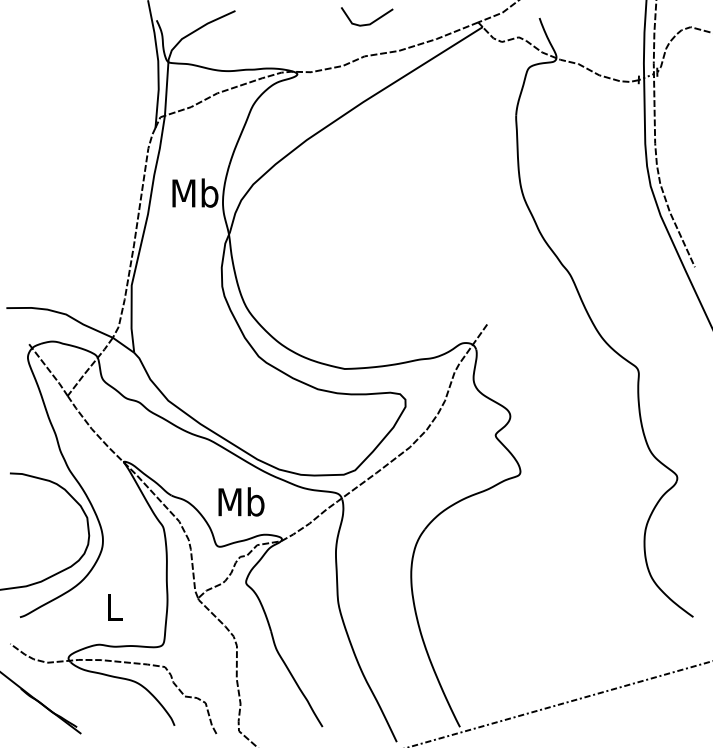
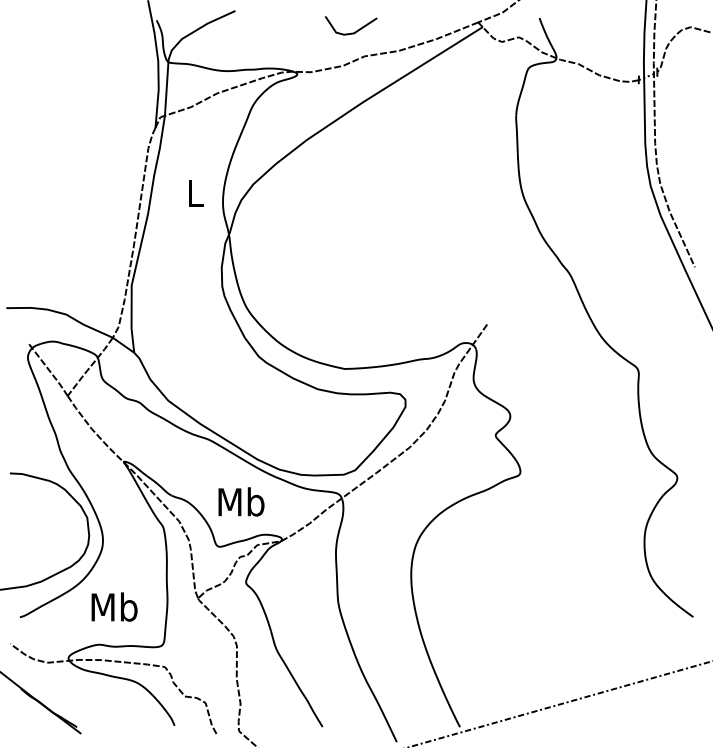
line at (370, 22) position: (370, 22) -> (354, 31)
text at (195, 192): Mb -> L
text at (114, 606): L -> Mb
